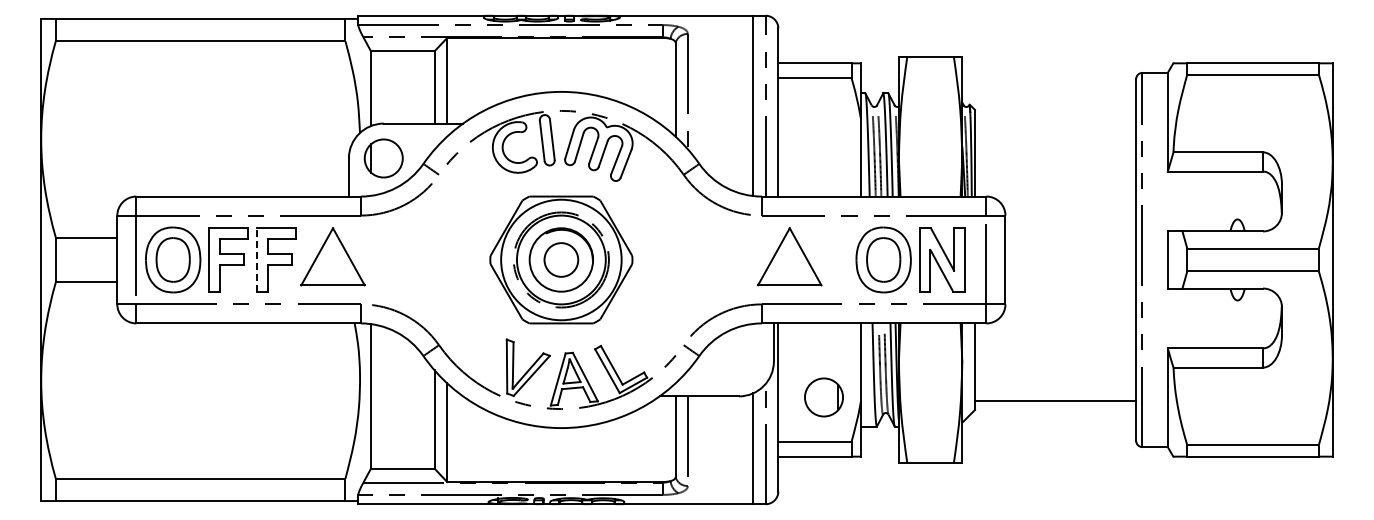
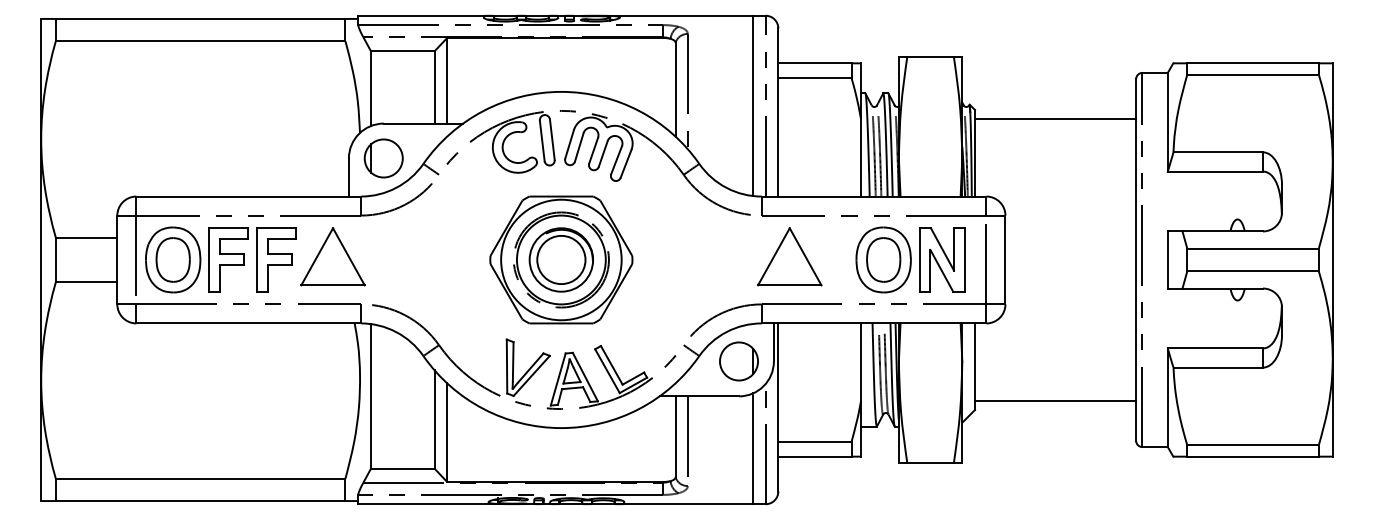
line at (1055, 119): none -> present
circle at (561, 259) diameter: 34 px -> 48 px
line at (257, 260): dashed -> solid
part at (823, 397) position: (823, 397) -> (738, 361)
